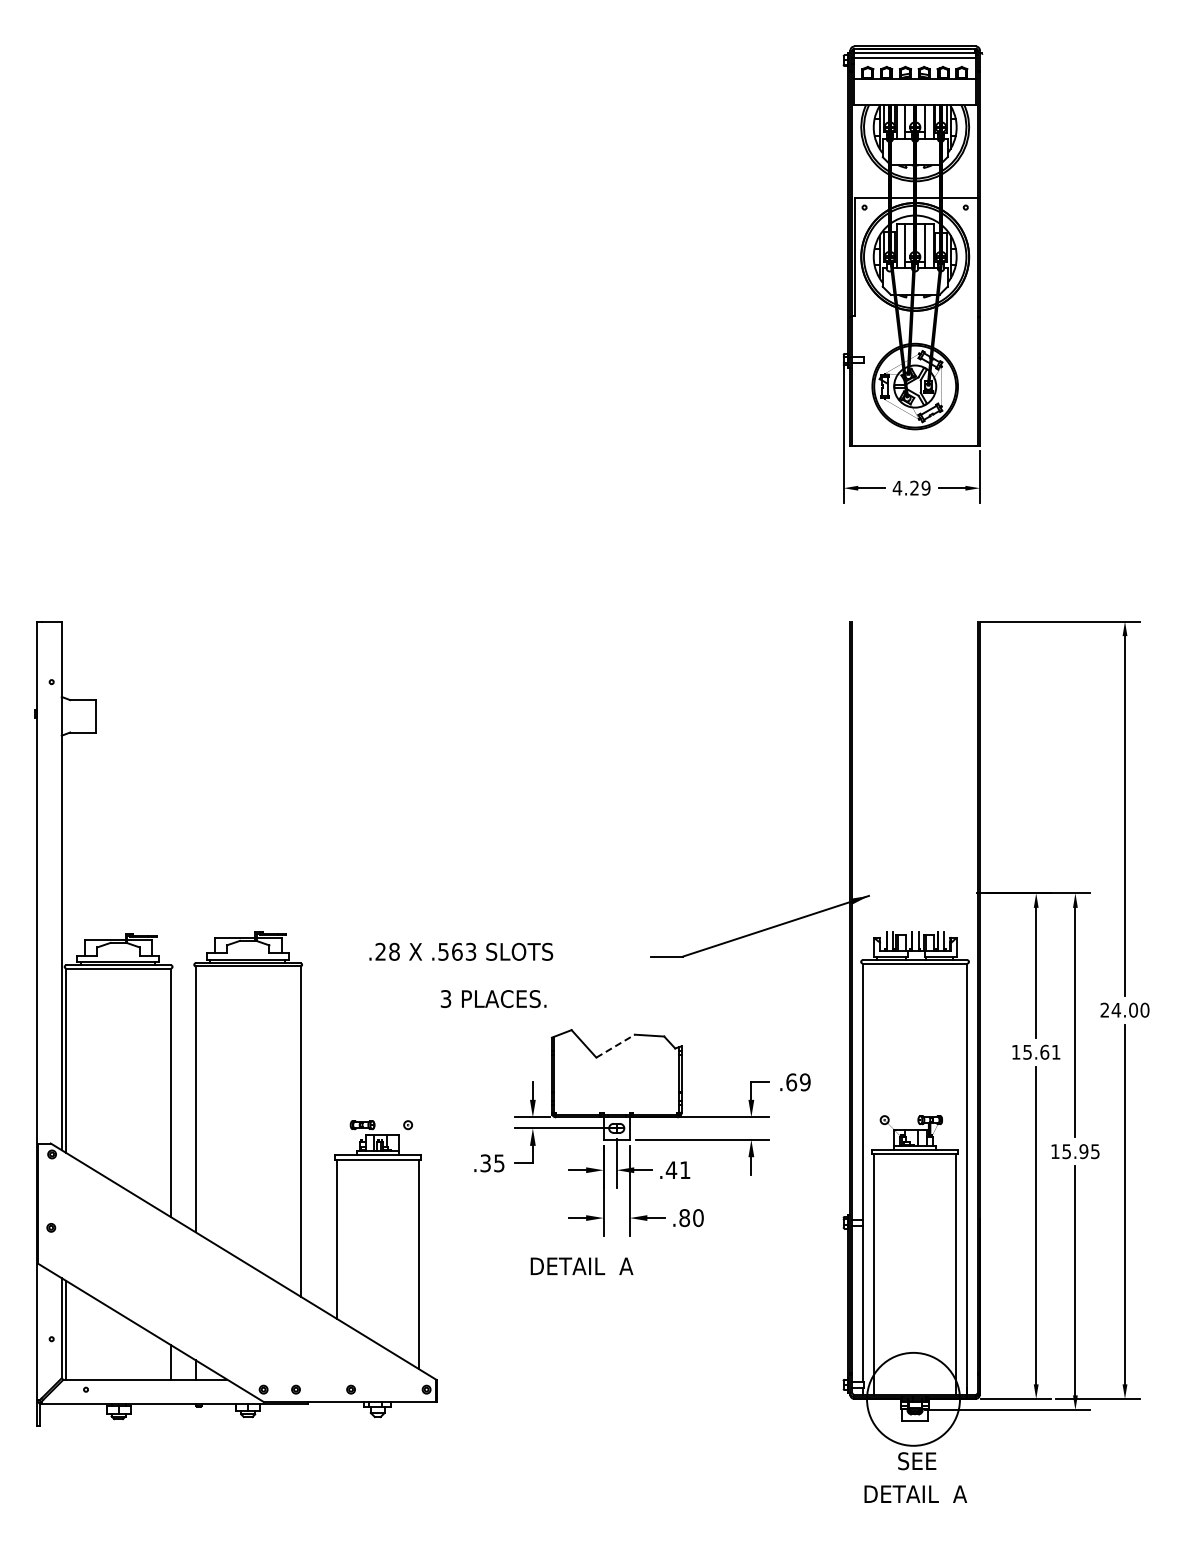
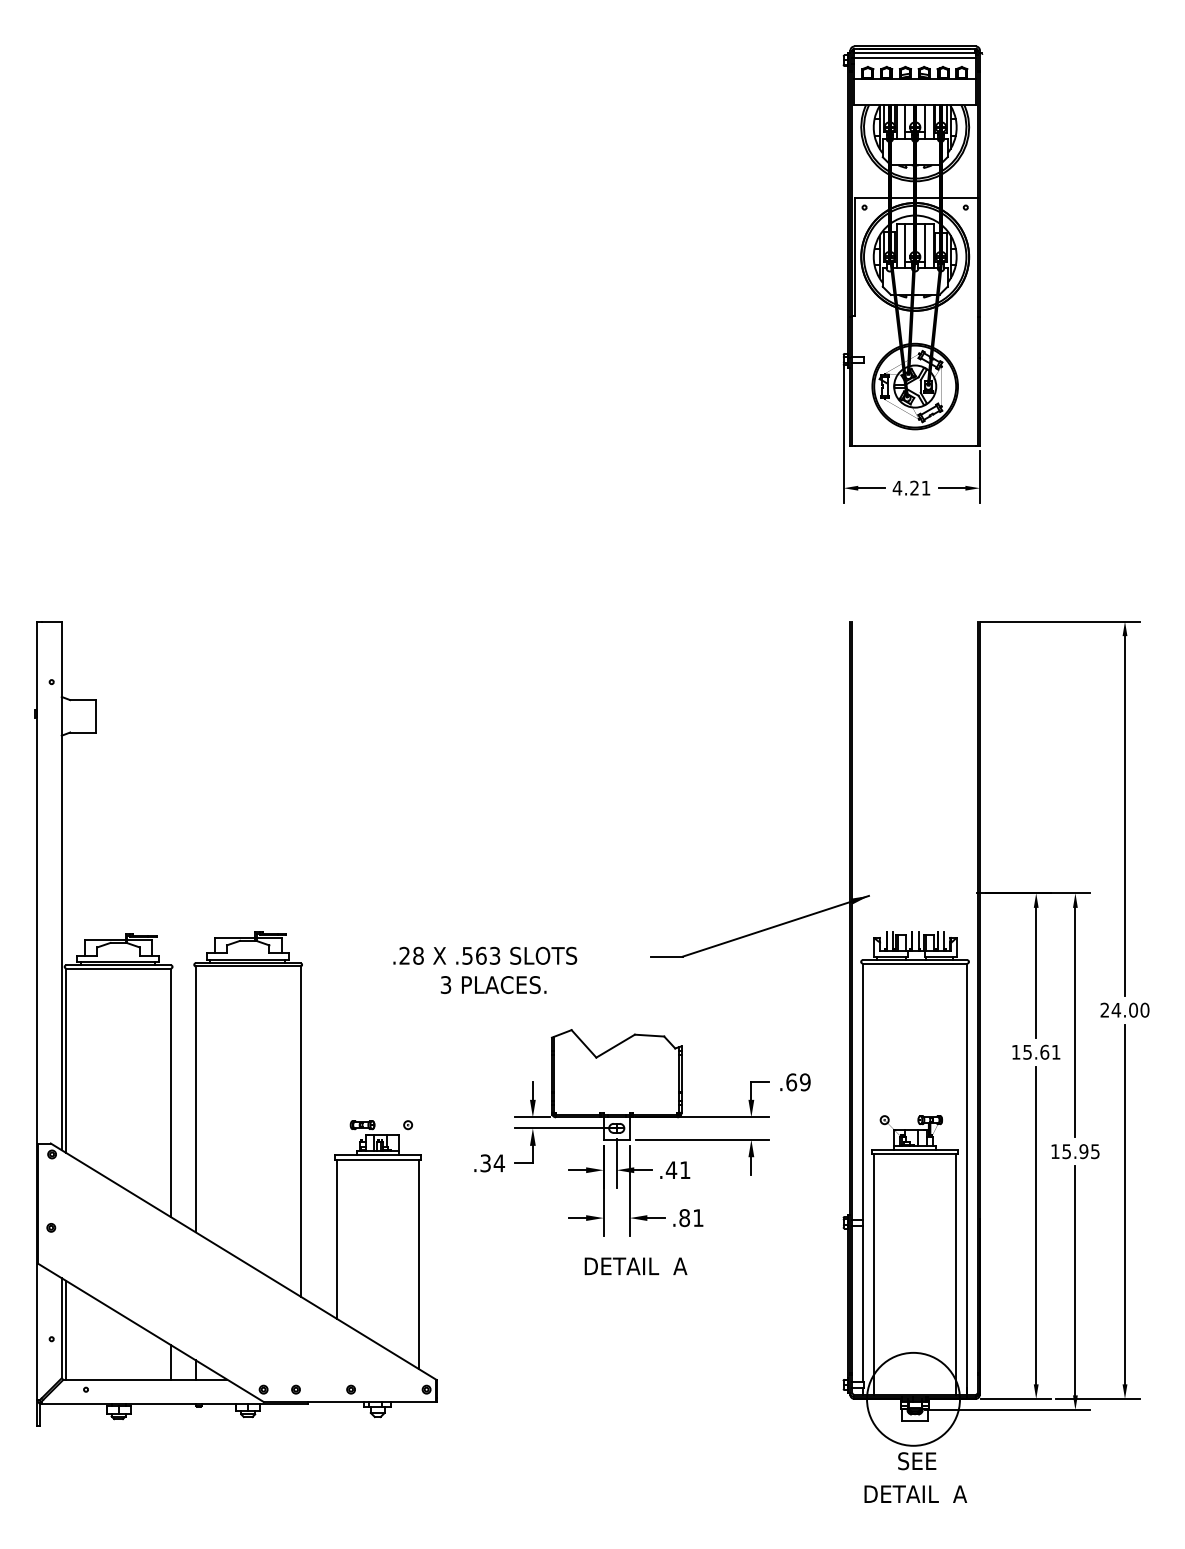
text at (925, 487): 4.29 -> 4.21
text at (461, 951) position: (461, 951) -> (485, 955)
text at (493, 998) position: (493, 998) -> (493, 984)
line at (616, 1045): dashed -> solid
text at (499, 1163): .35 -> .34
text at (698, 1218): .80 -> .81
text at (581, 1265) position: (581, 1265) -> (635, 1265)
